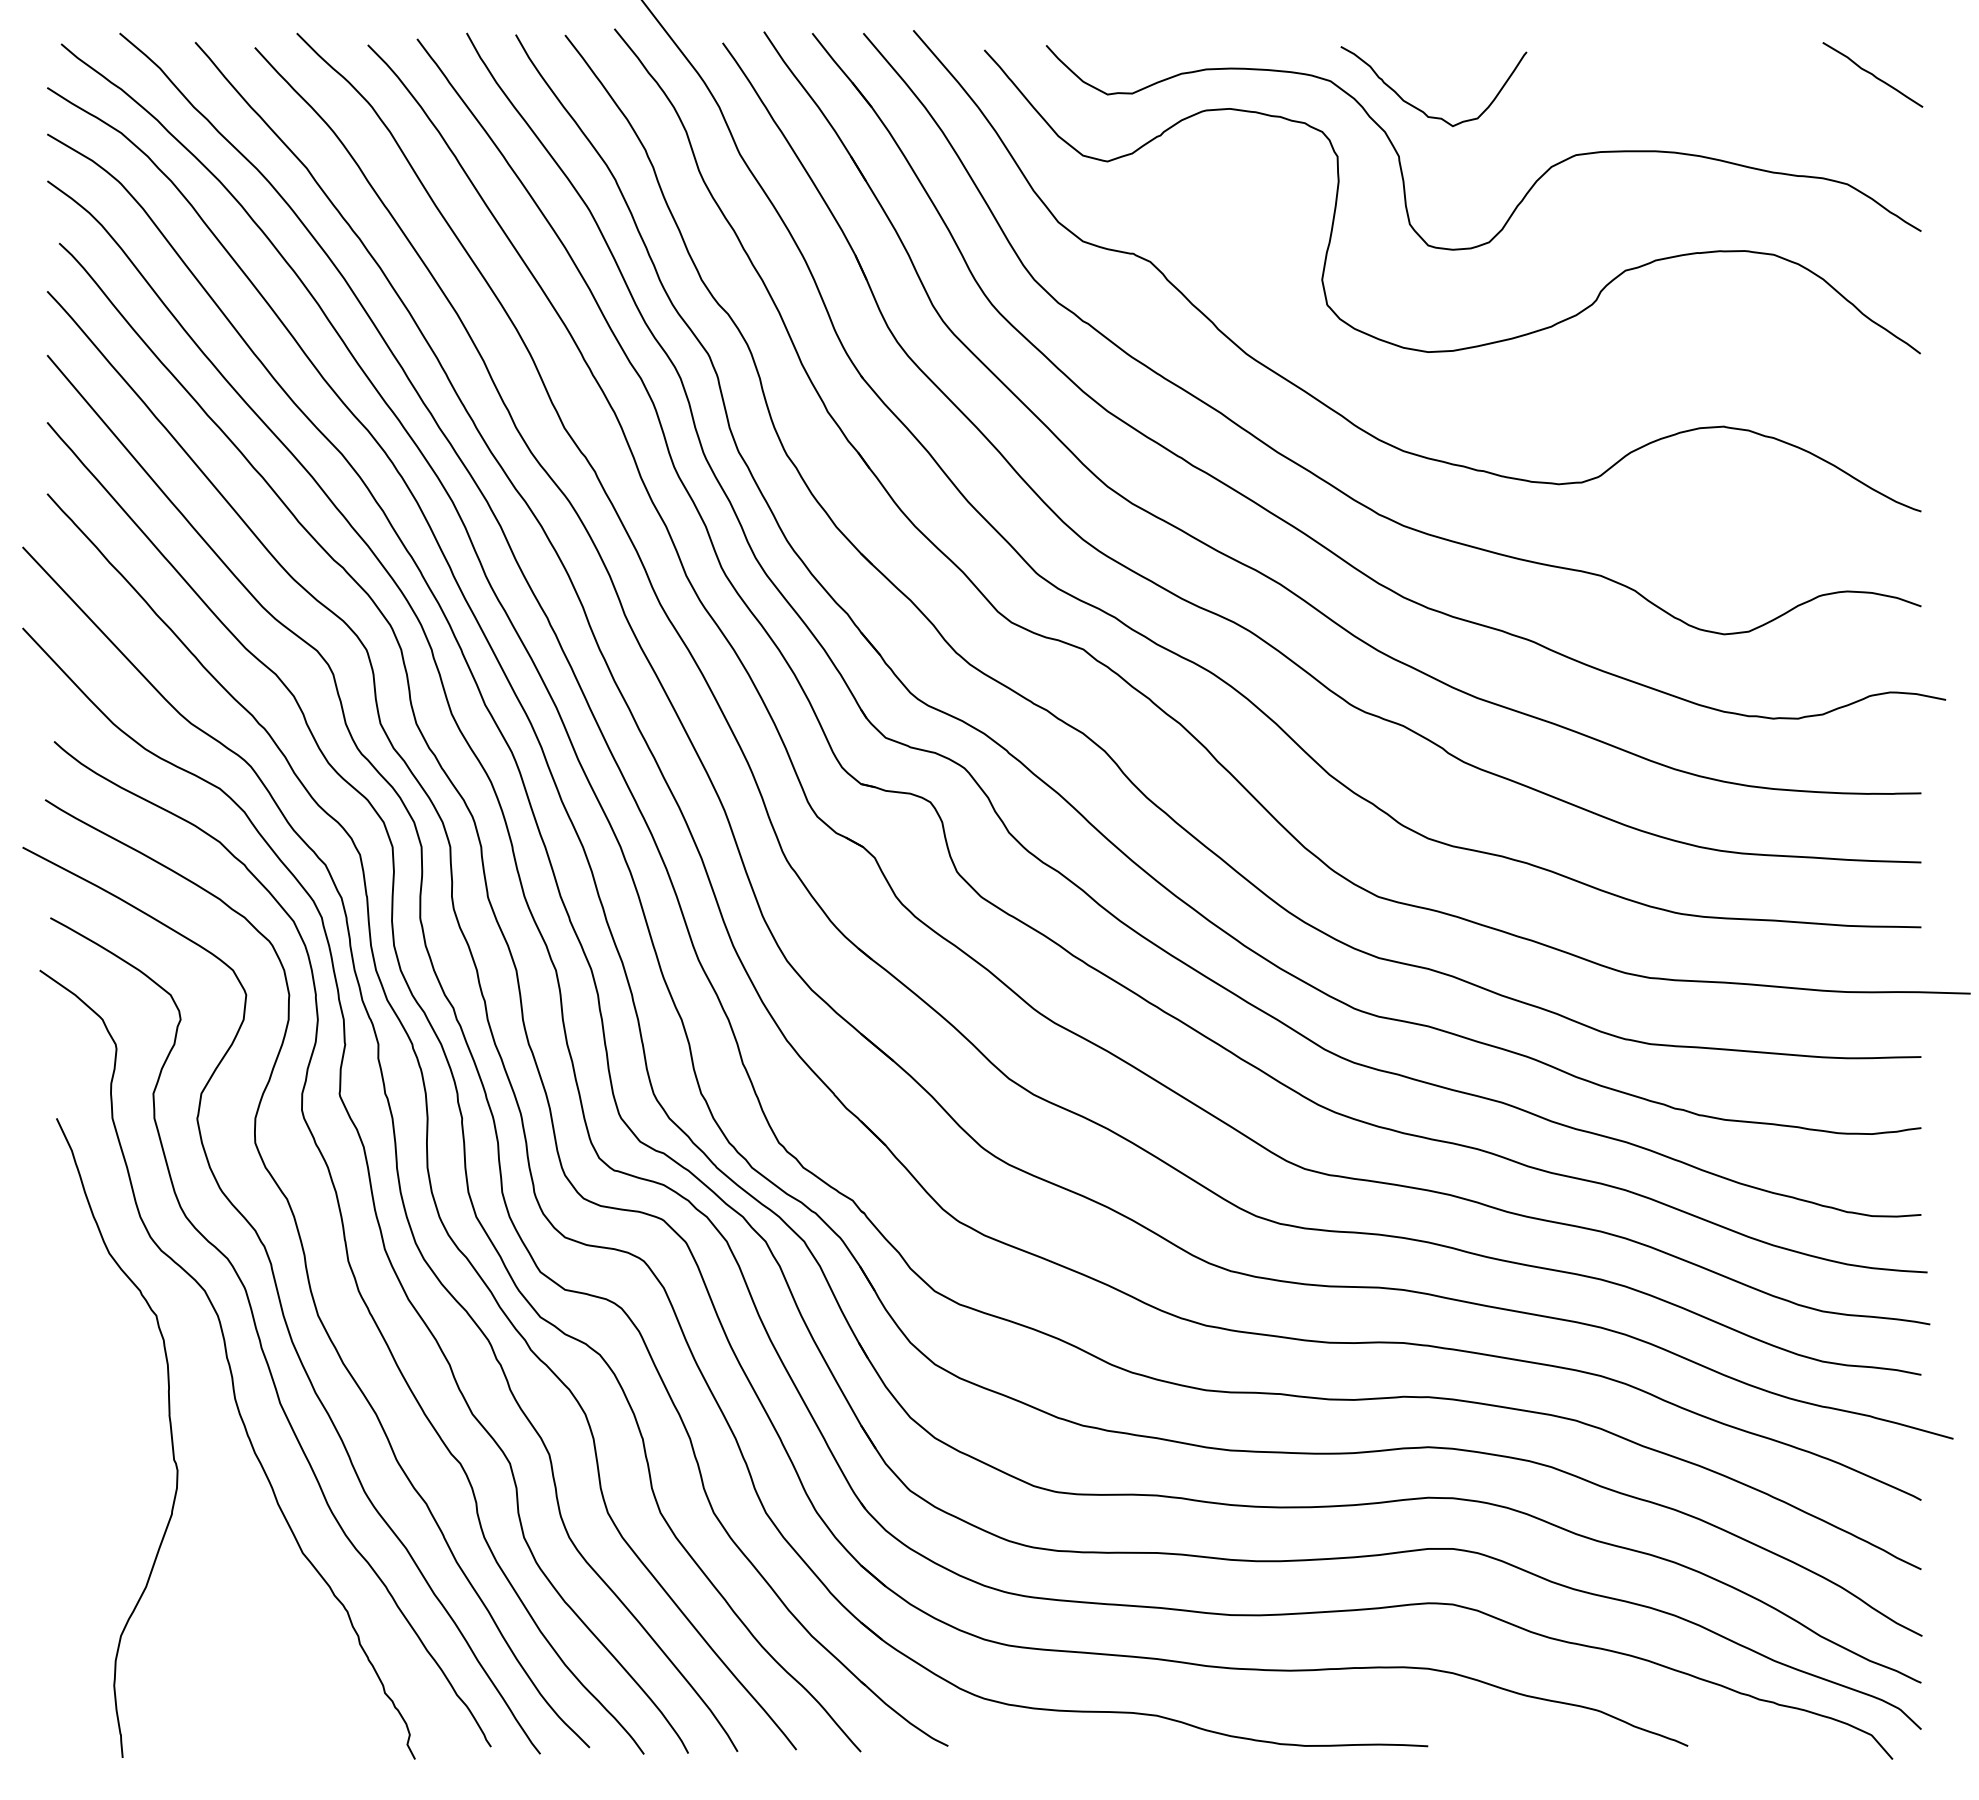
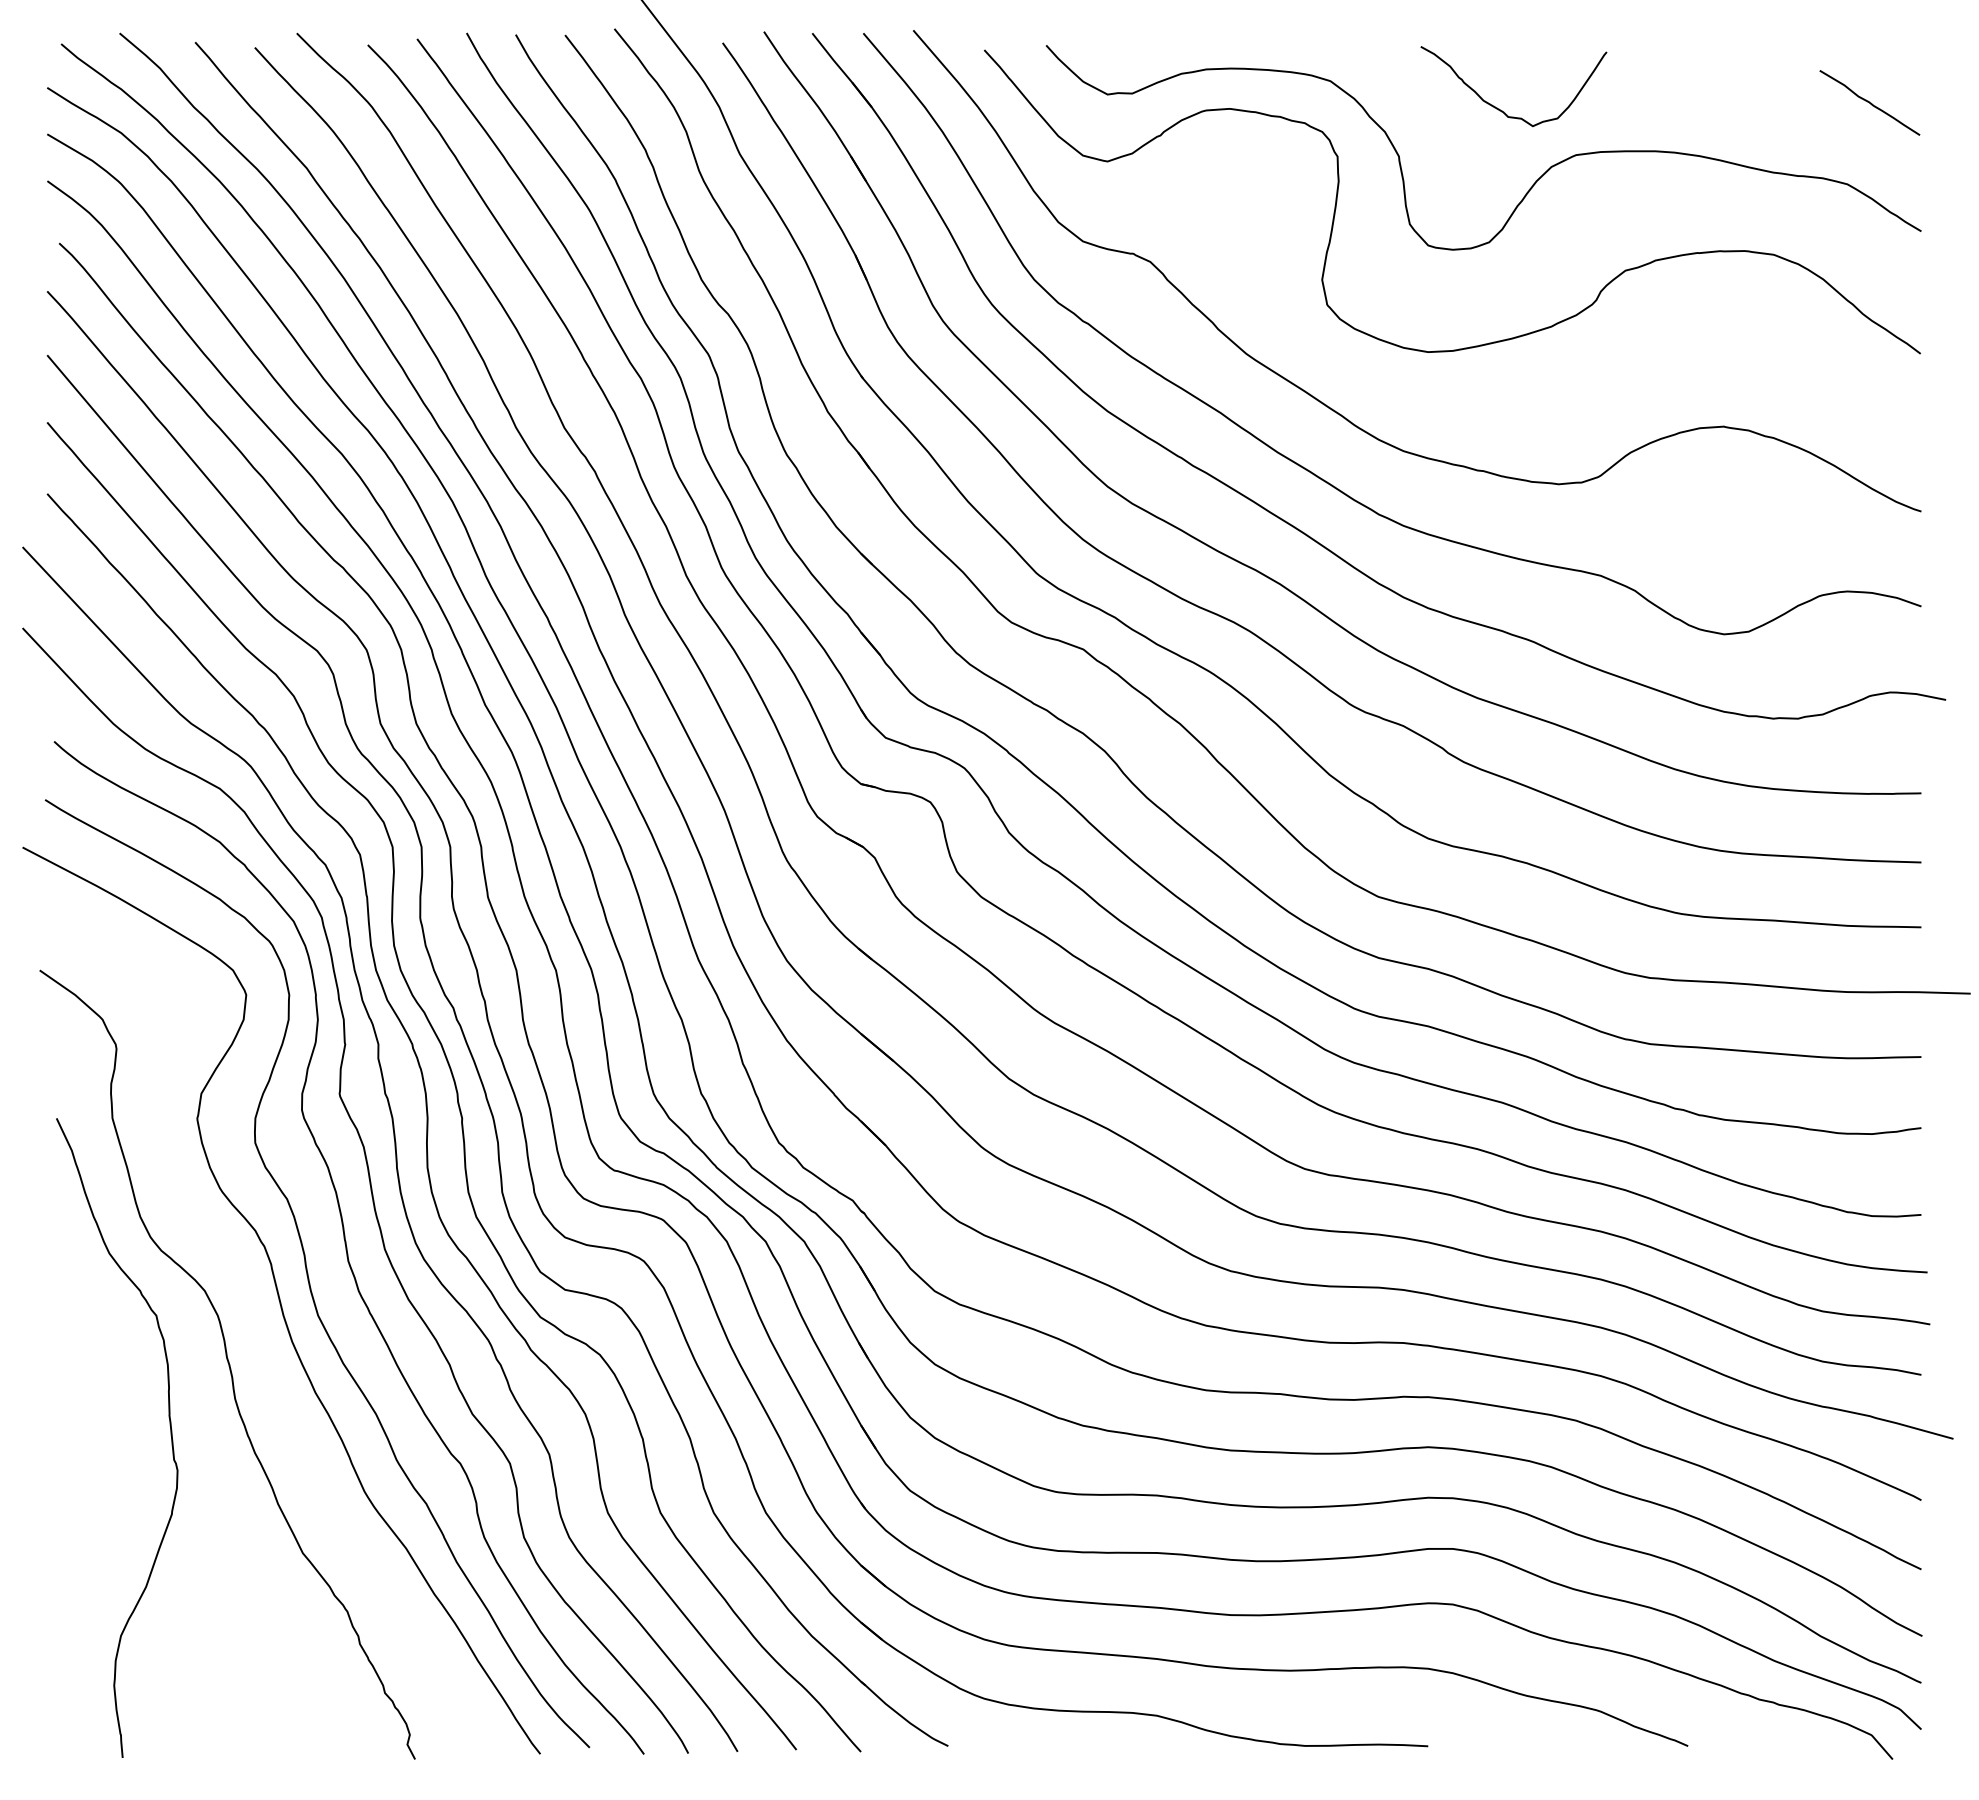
curve at (1872, 74) position: (1872, 74) -> (1869, 102)
curve at (1419, 108) position: (1419, 108) -> (1499, 108)
curve at (259, 1335): present -> none
